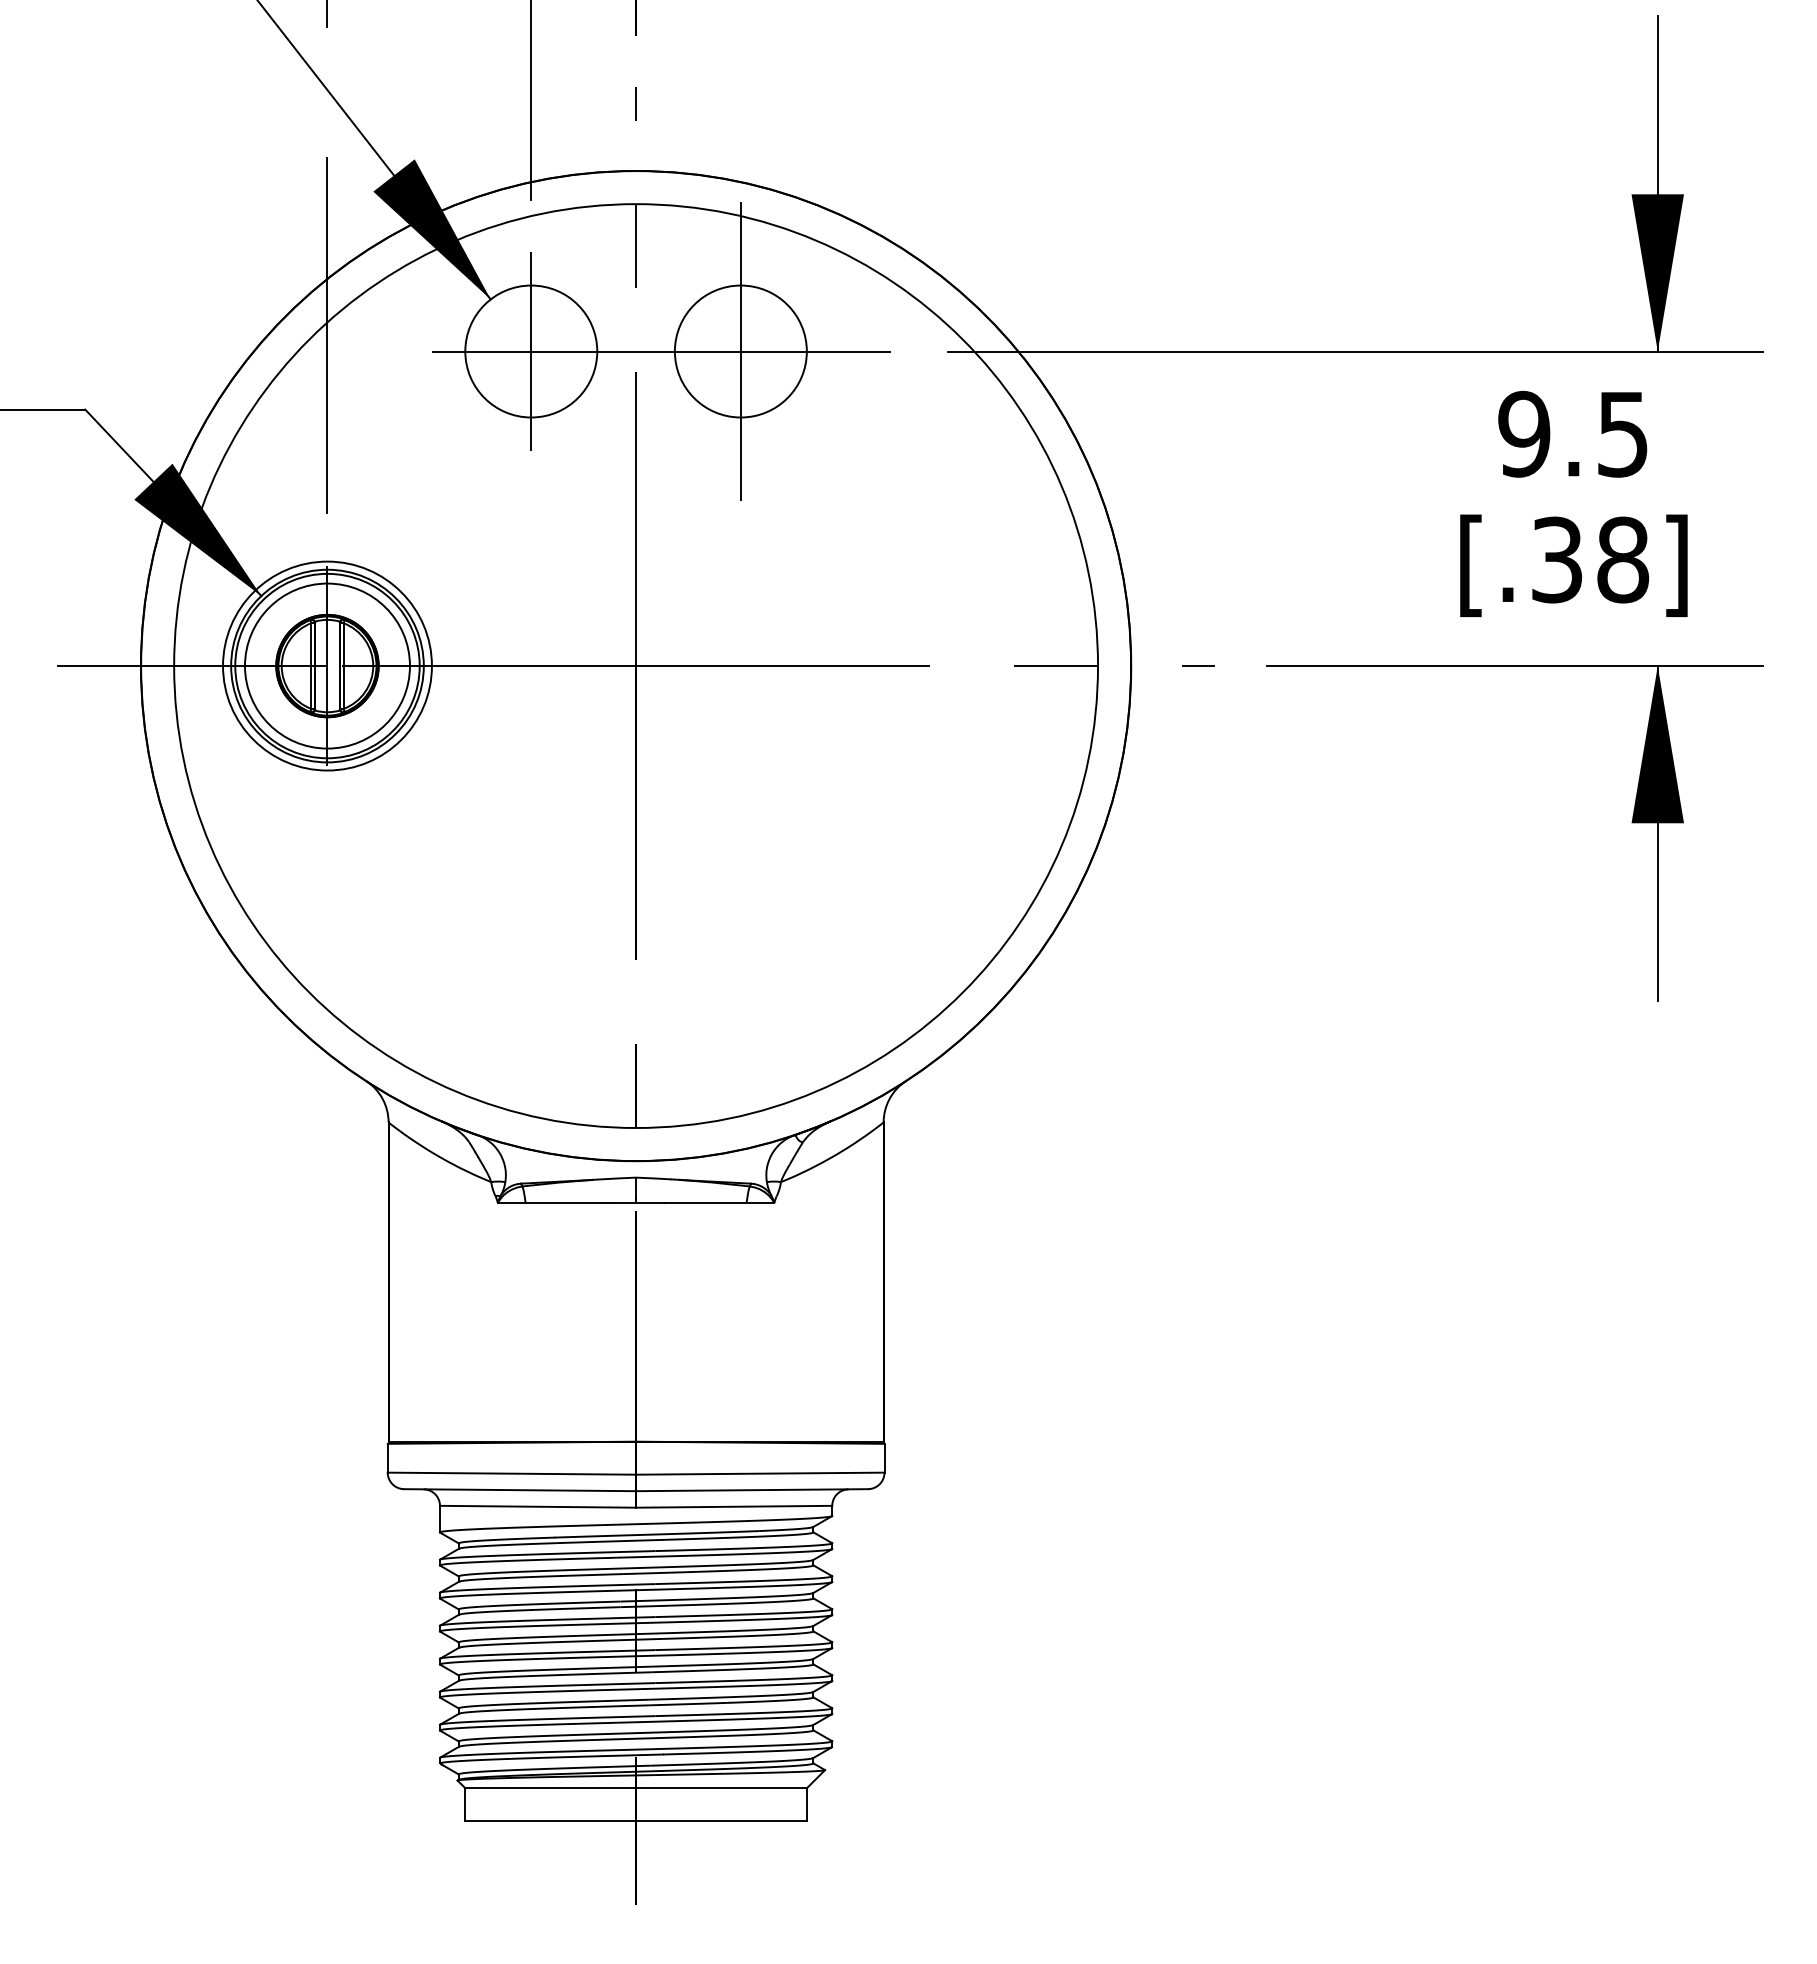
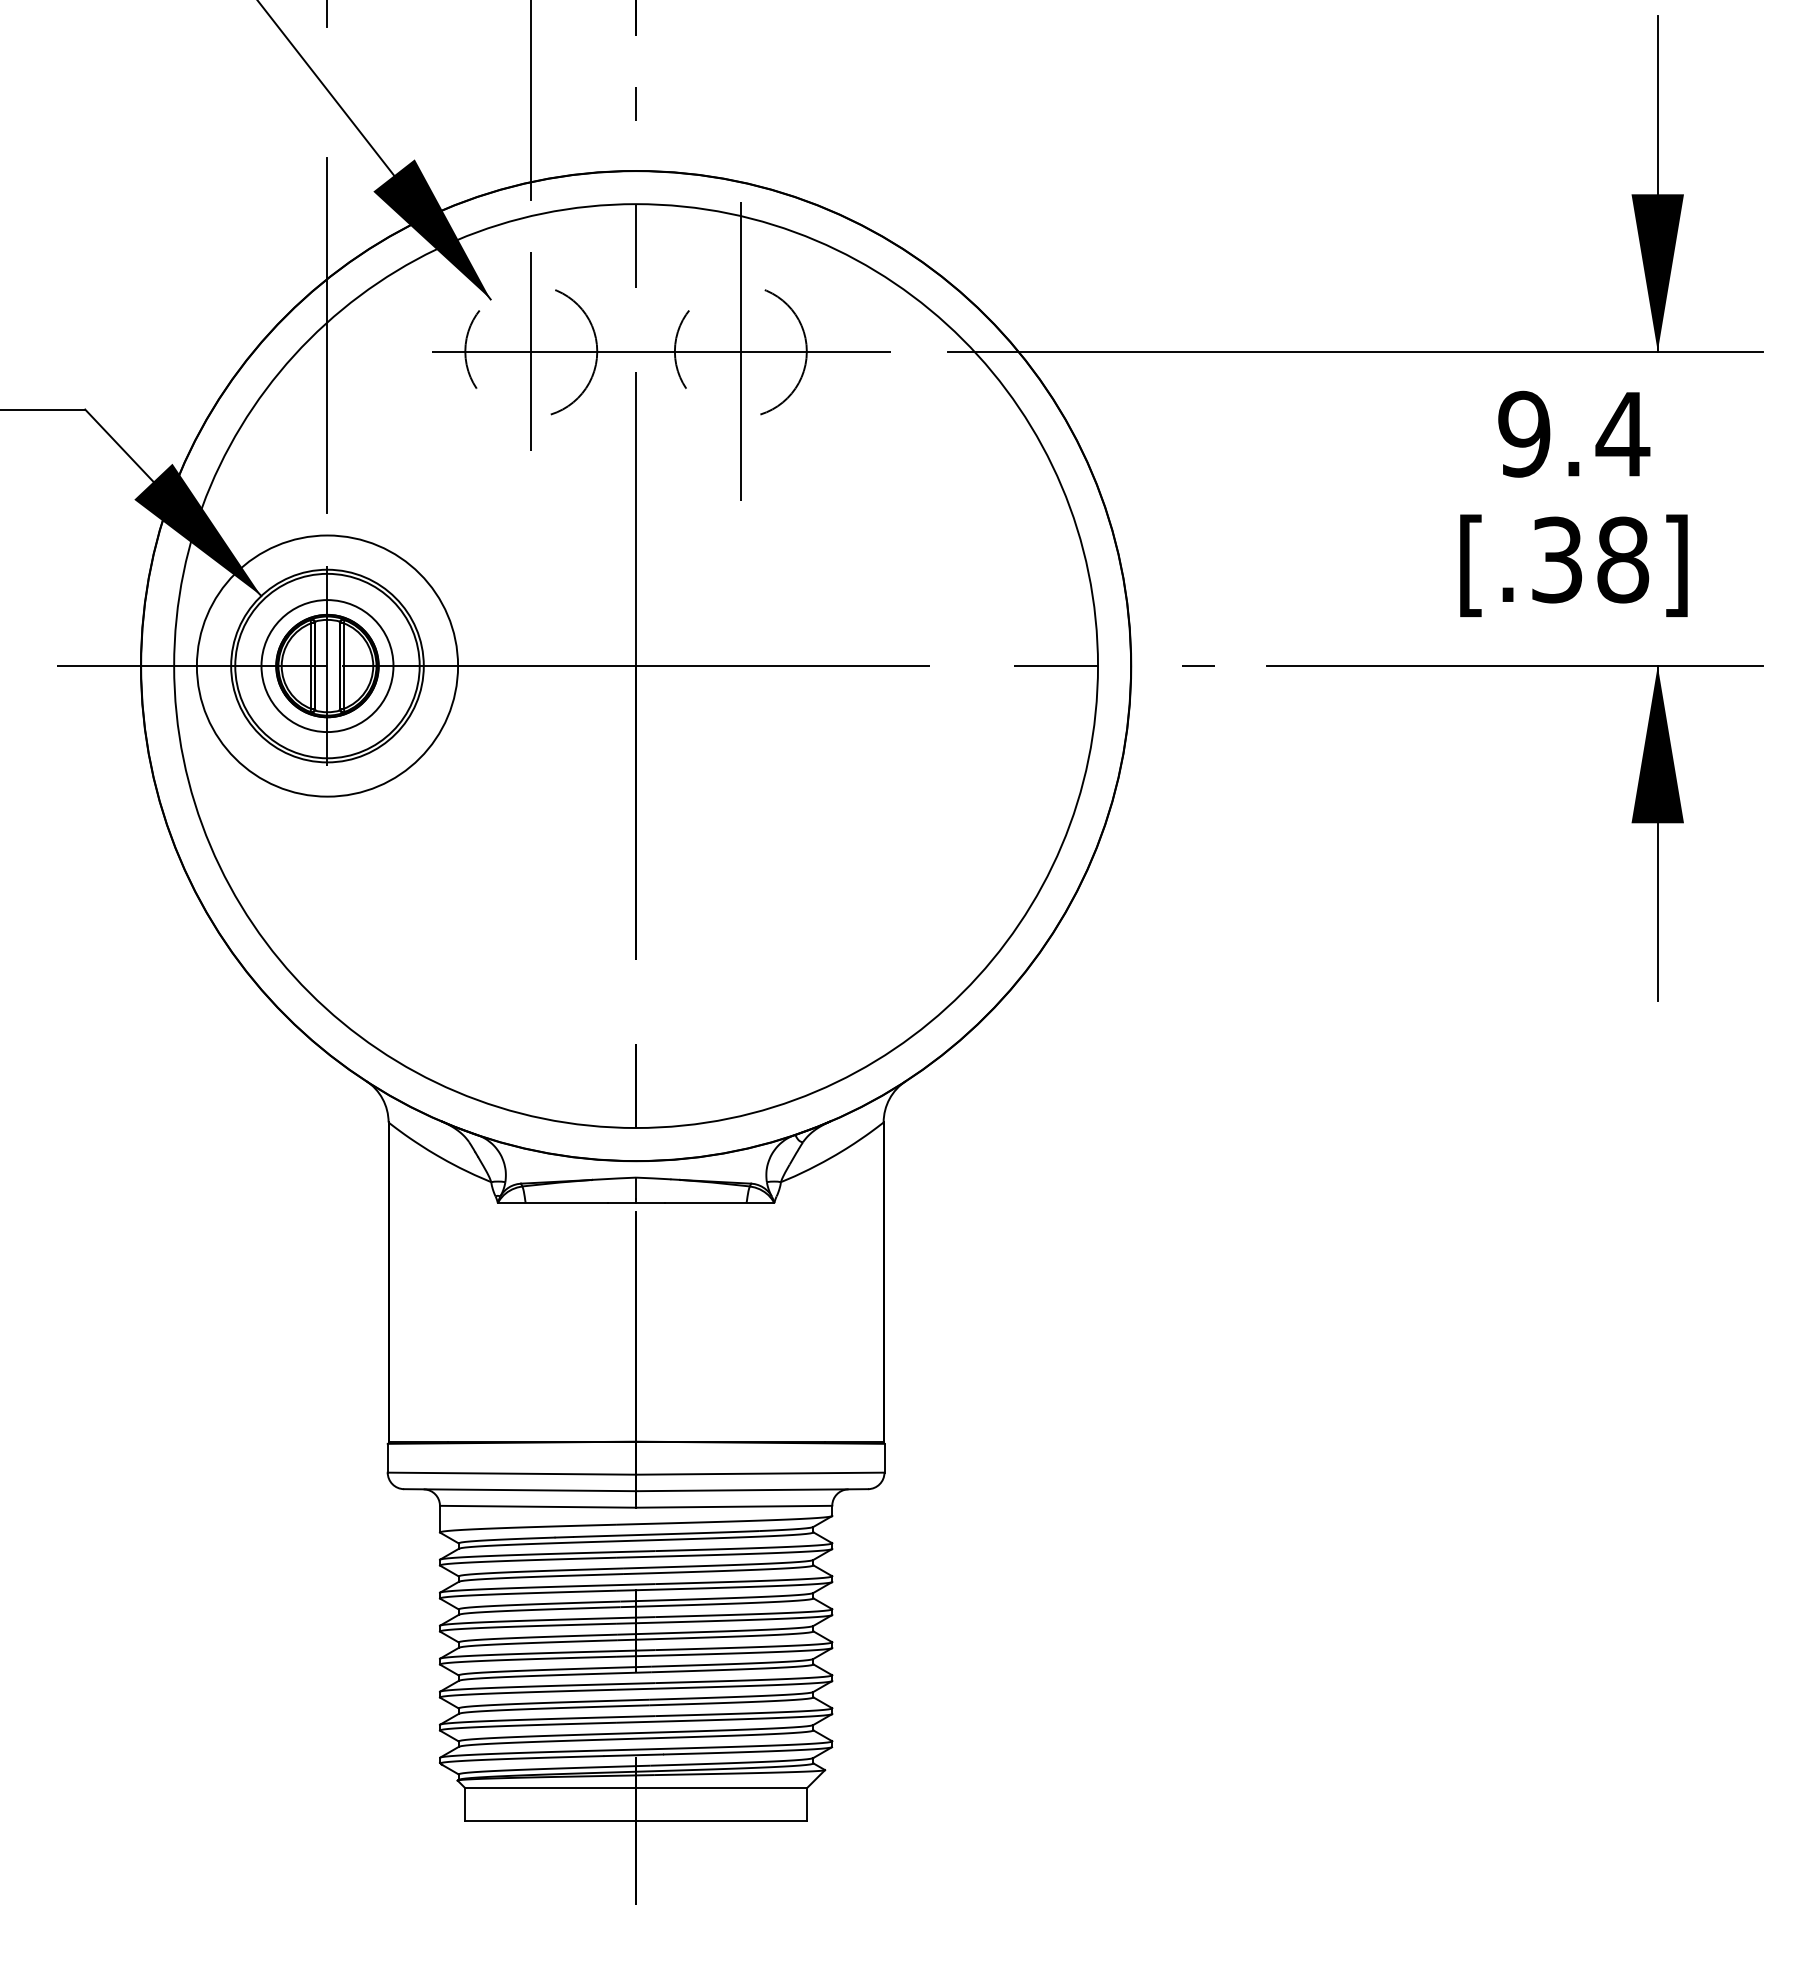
circle at (531, 351): solid -> dashed
circle at (740, 351): solid -> dashed
text at (1622, 434): 9.5 -> 9.4
circle at (327, 665) diameter: 165 px -> 132 px
circle at (327, 665) diameter: 209 px -> 261 px
